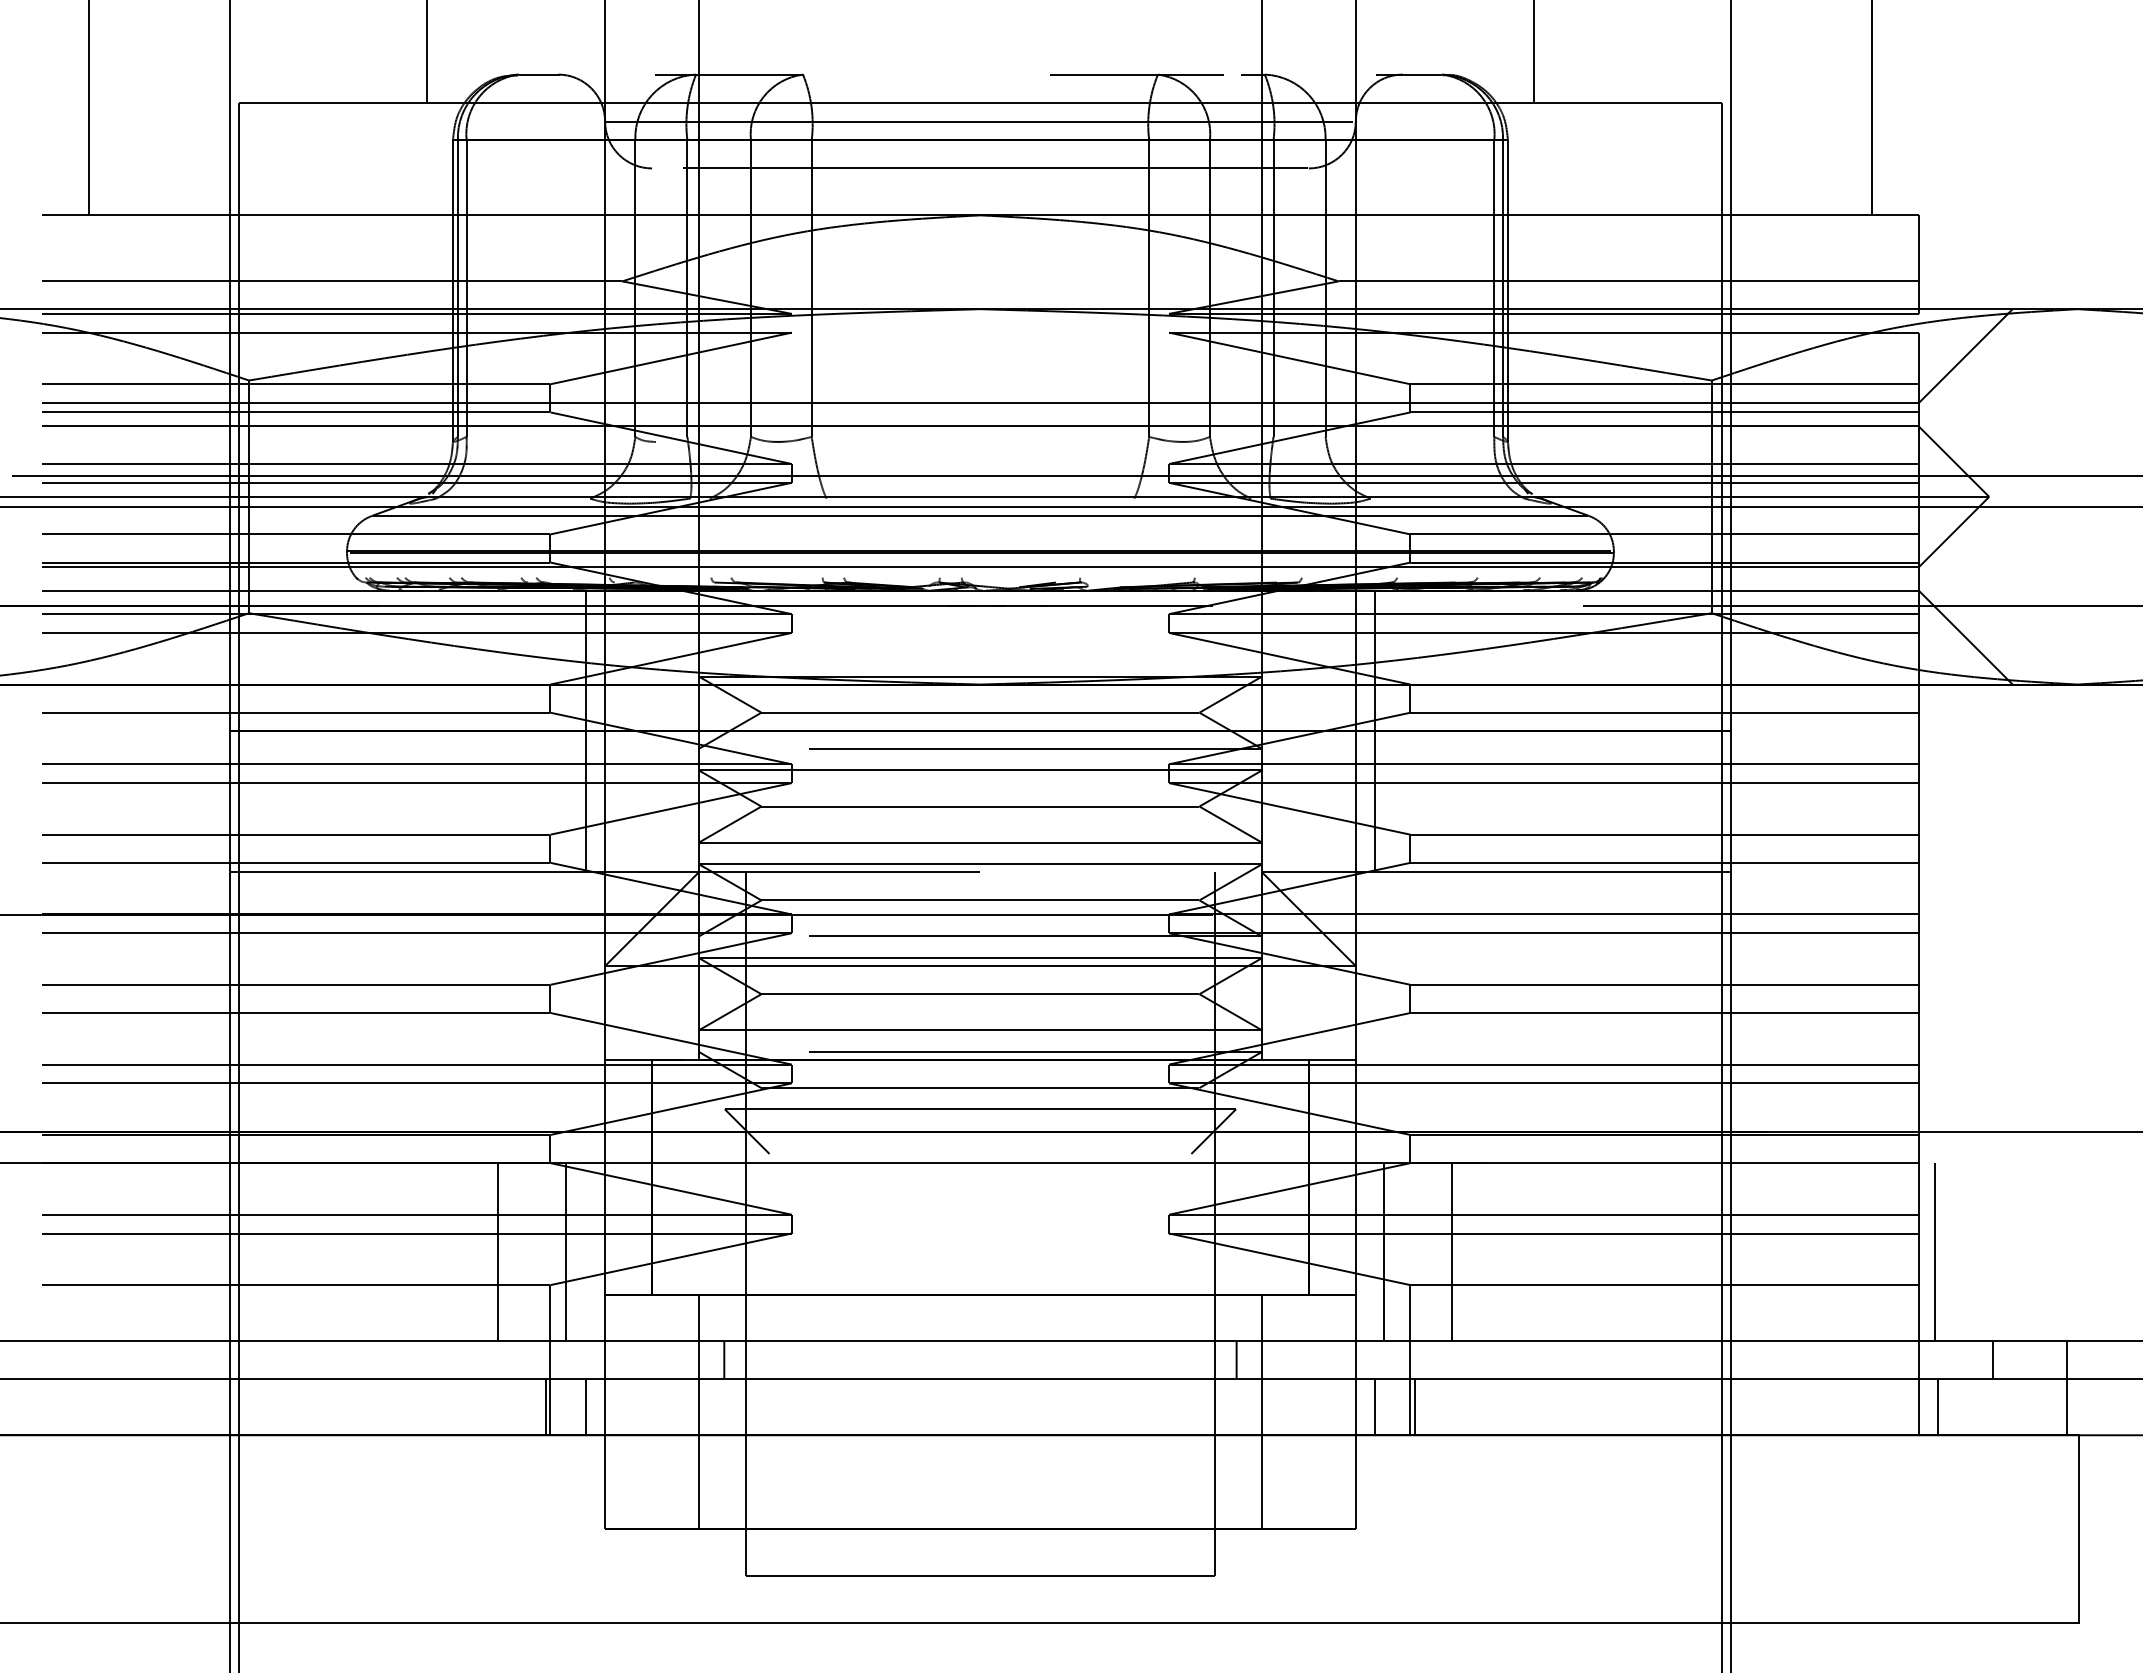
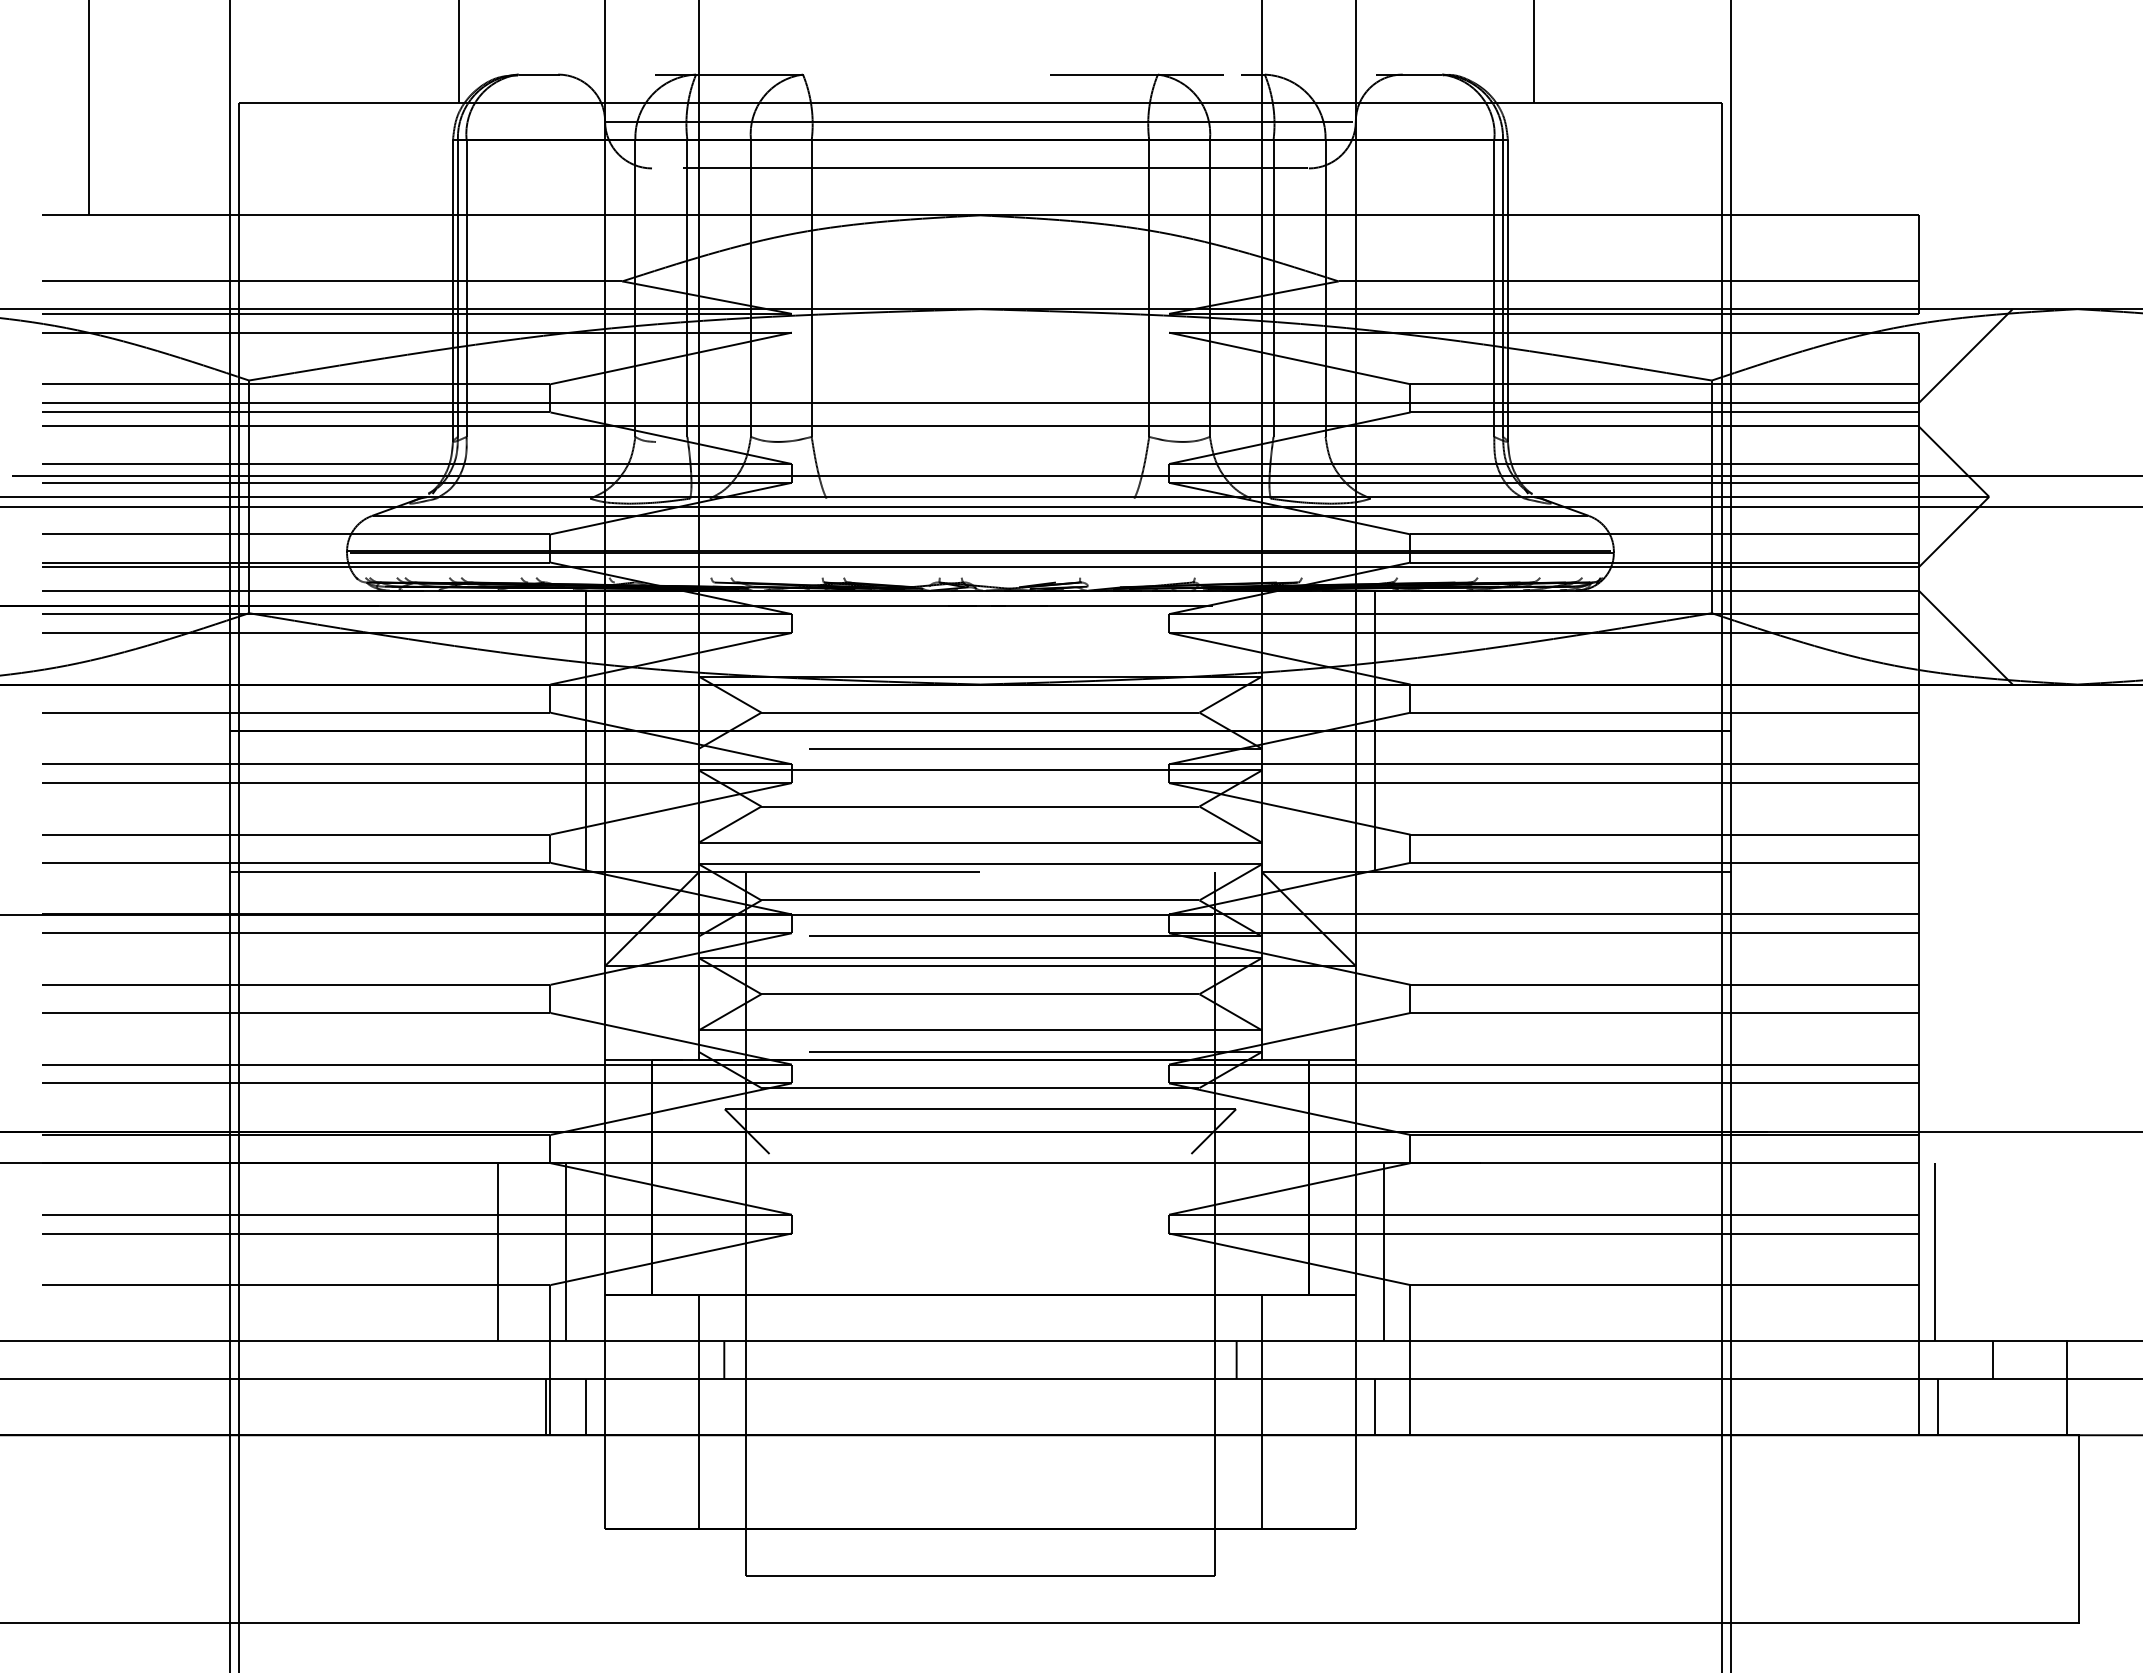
line at (426, 52) position: (426, 52) -> (458, 52)
line at (1871, 108): present -> none
line at (1860, 605): present -> none
line at (1452, 1252): present -> none
line at (1414, 1406): present -> none
